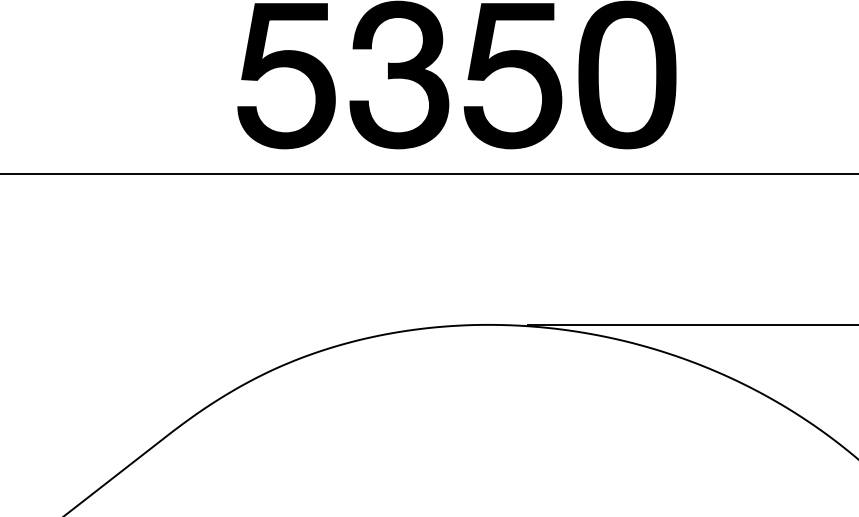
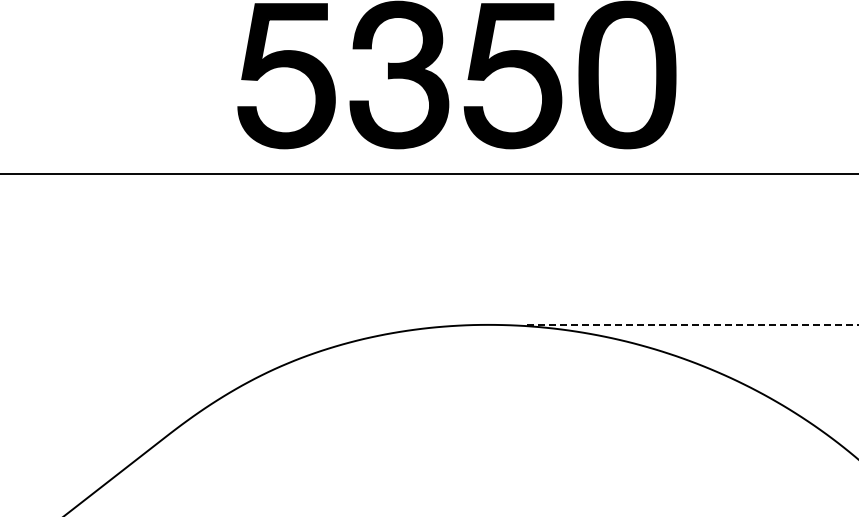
line at (692, 324): solid -> dashed
